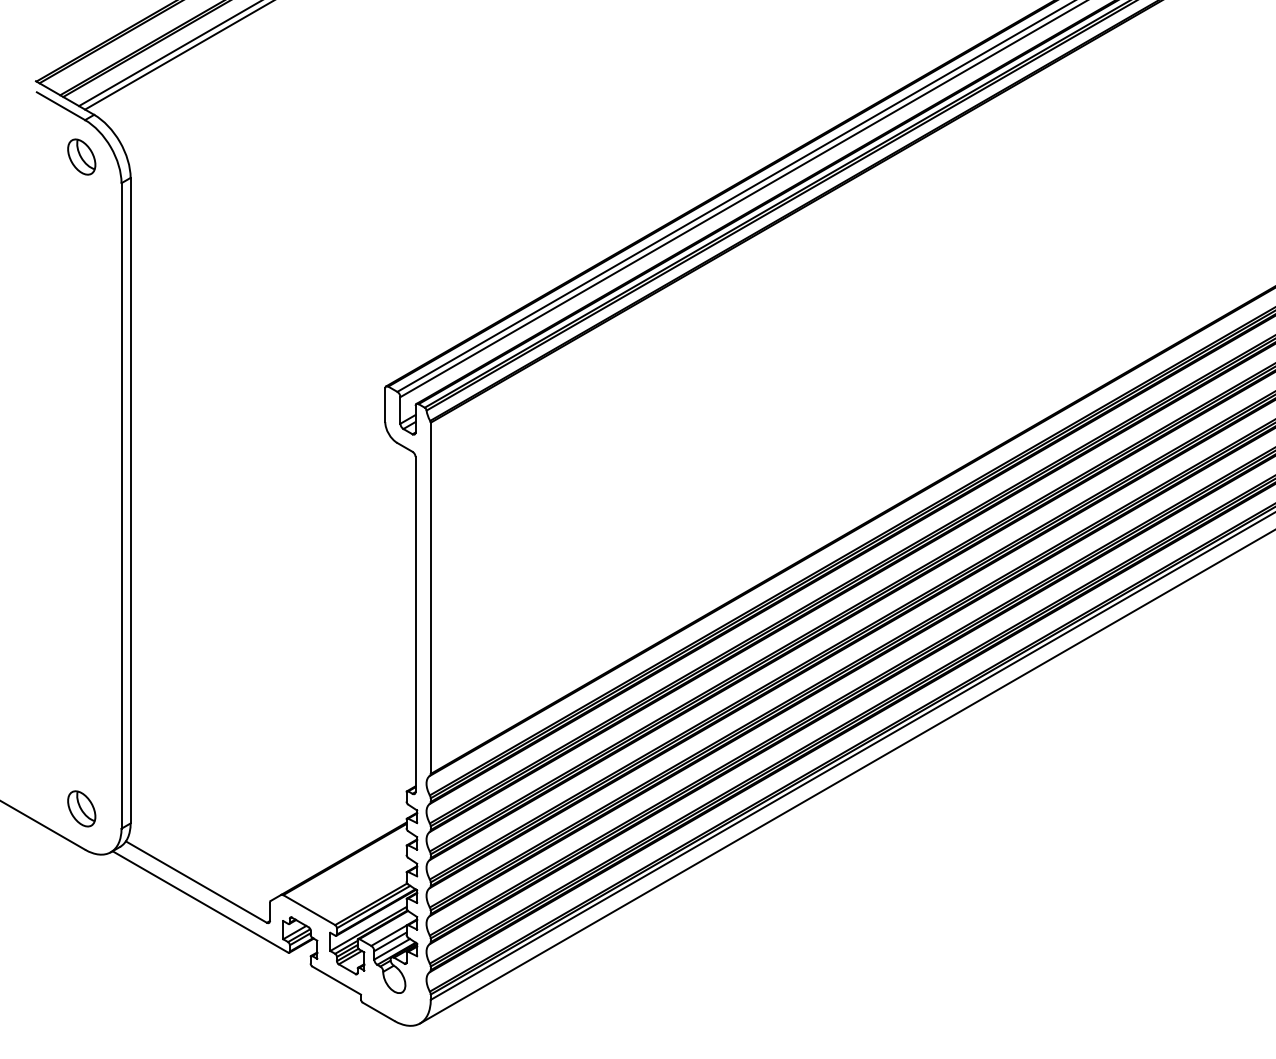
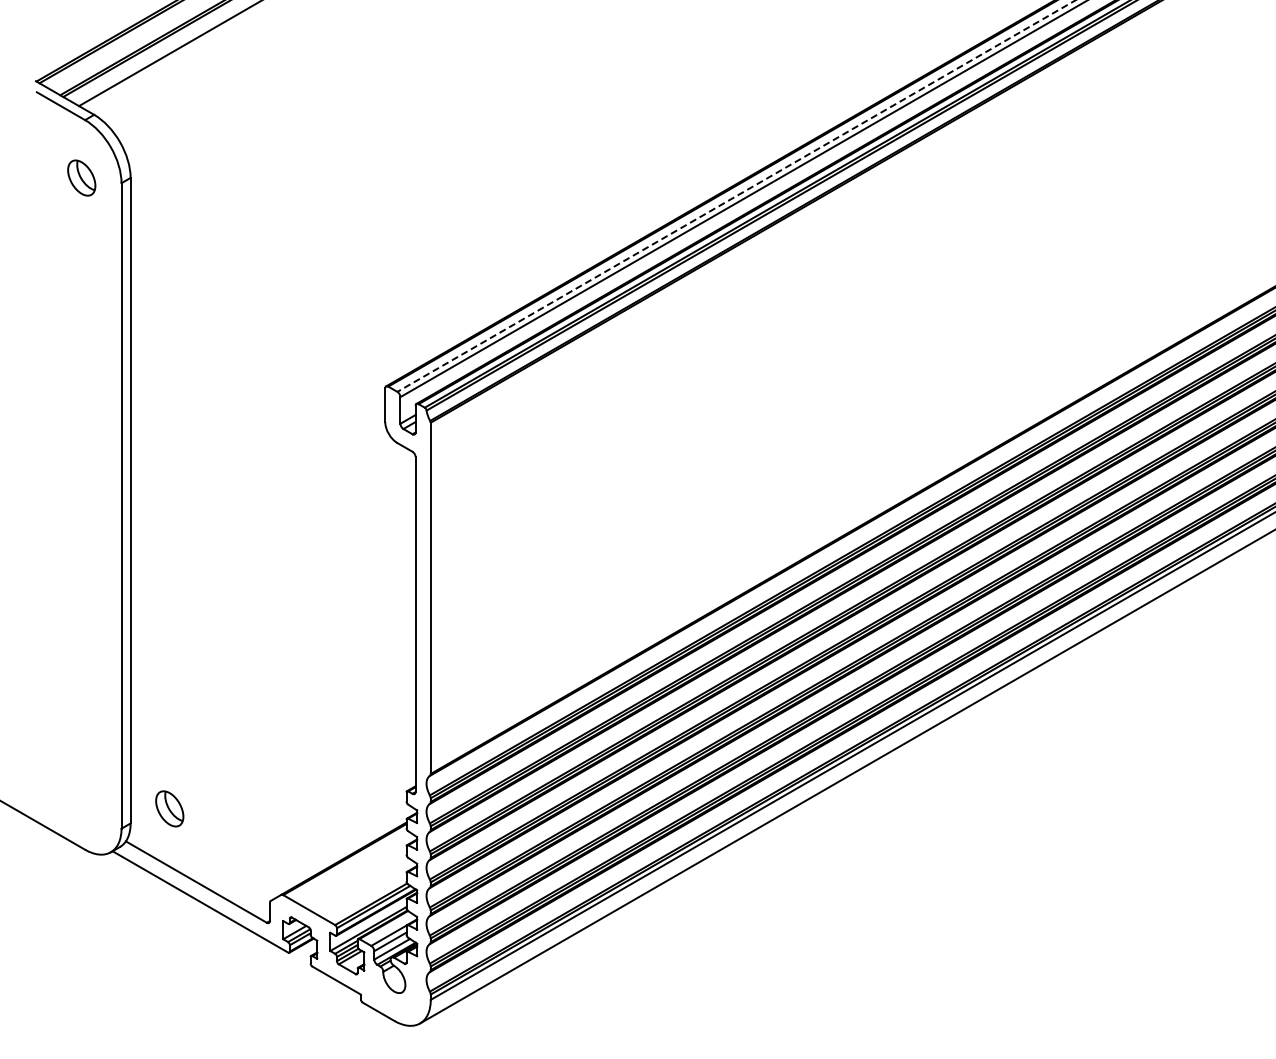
line at (178, 55): present -> none
part at (81, 156) position: (81, 156) -> (81, 177)
line at (736, 196): solid -> dashed
part at (81, 808) position: (81, 808) -> (169, 808)
